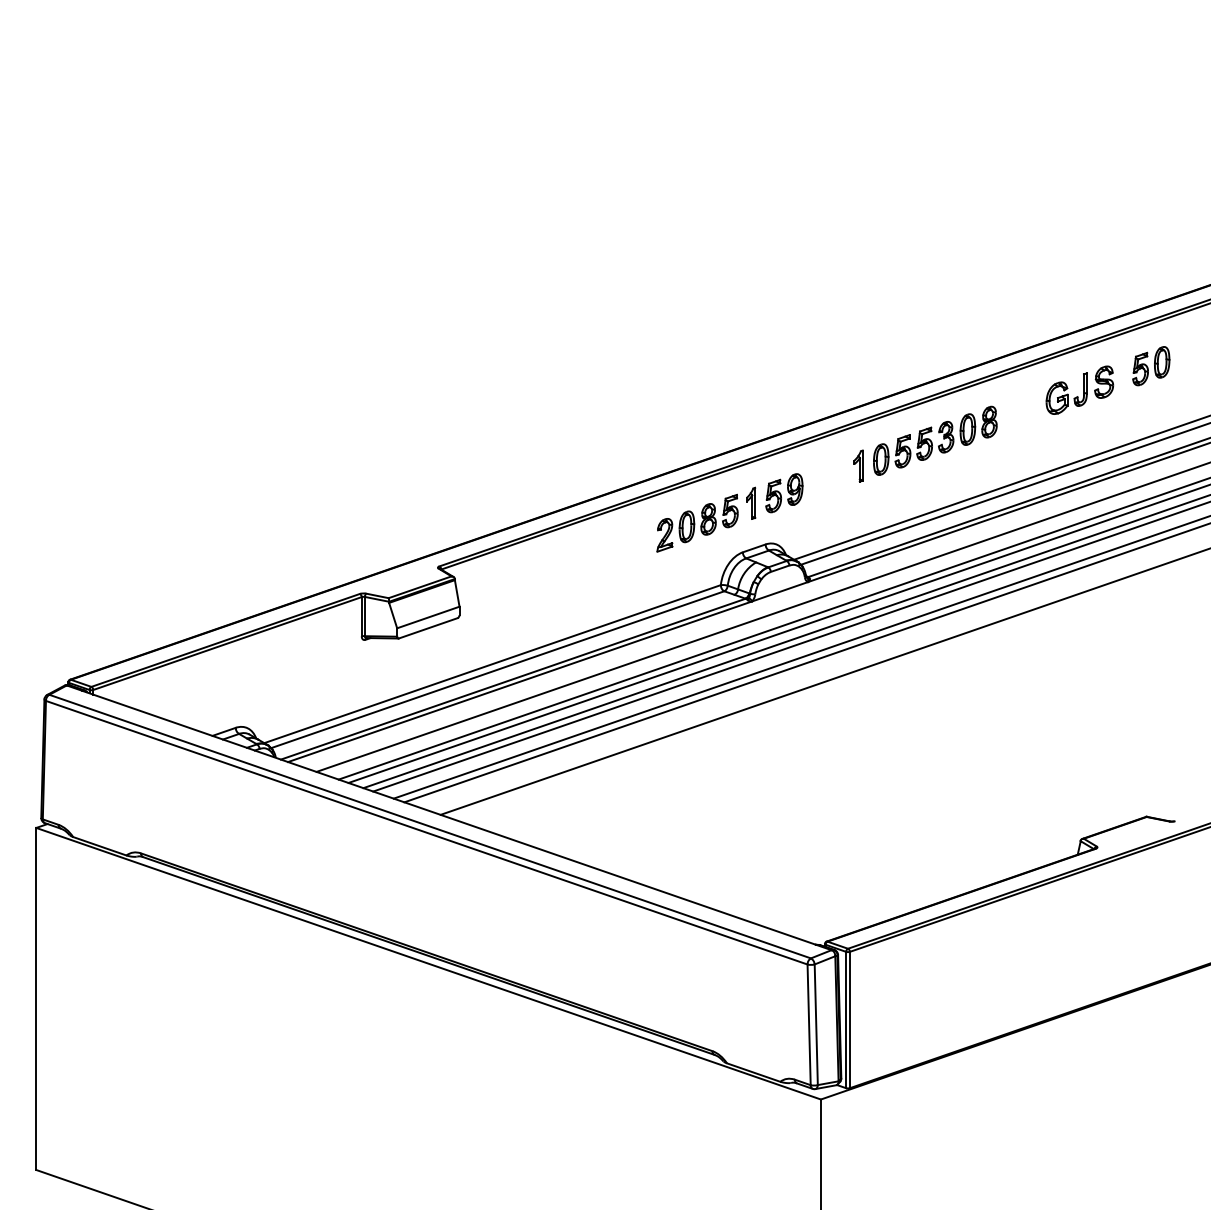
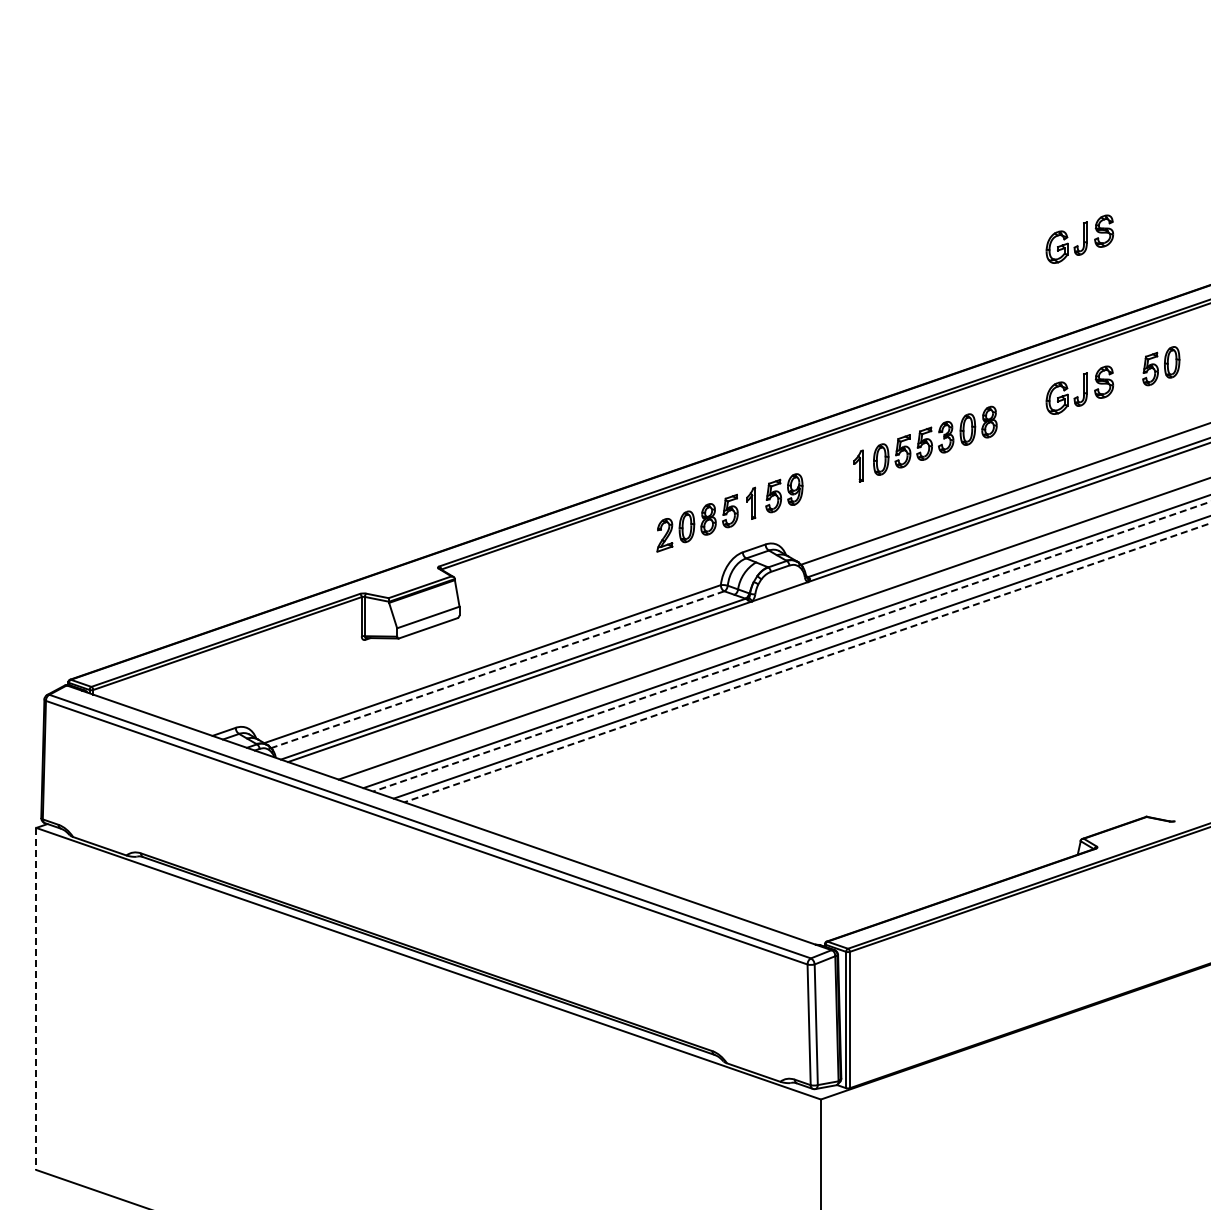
part at (1079, 238): none -> present
part at (1151, 366) position: (1151, 366) -> (1161, 366)
line at (1000, 487): present -> none
line at (761, 617): present -> none
line at (777, 633): present -> none
line at (791, 646): solid -> dashed
line at (806, 663): solid -> dashed
line at (497, 669): solid -> dashed
line at (823, 681): present -> none
line at (36, 999): solid -> dashed
